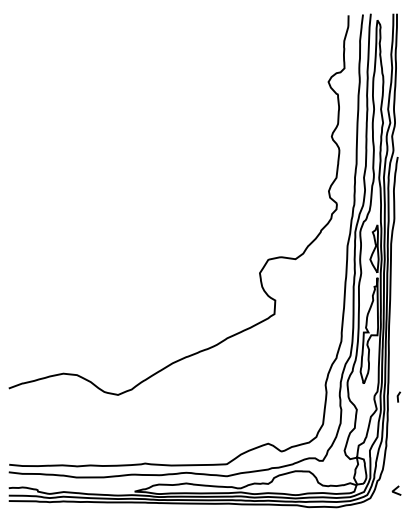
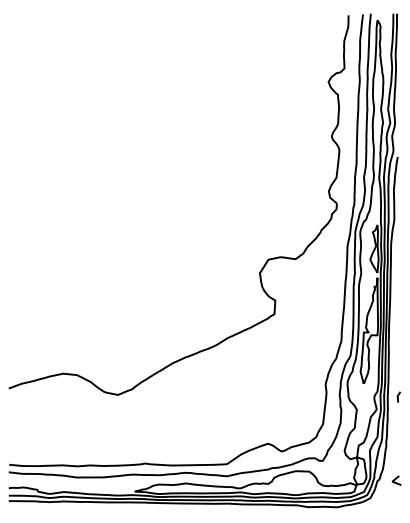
line at (396, 489) position: (396, 489) -> (396, 479)
